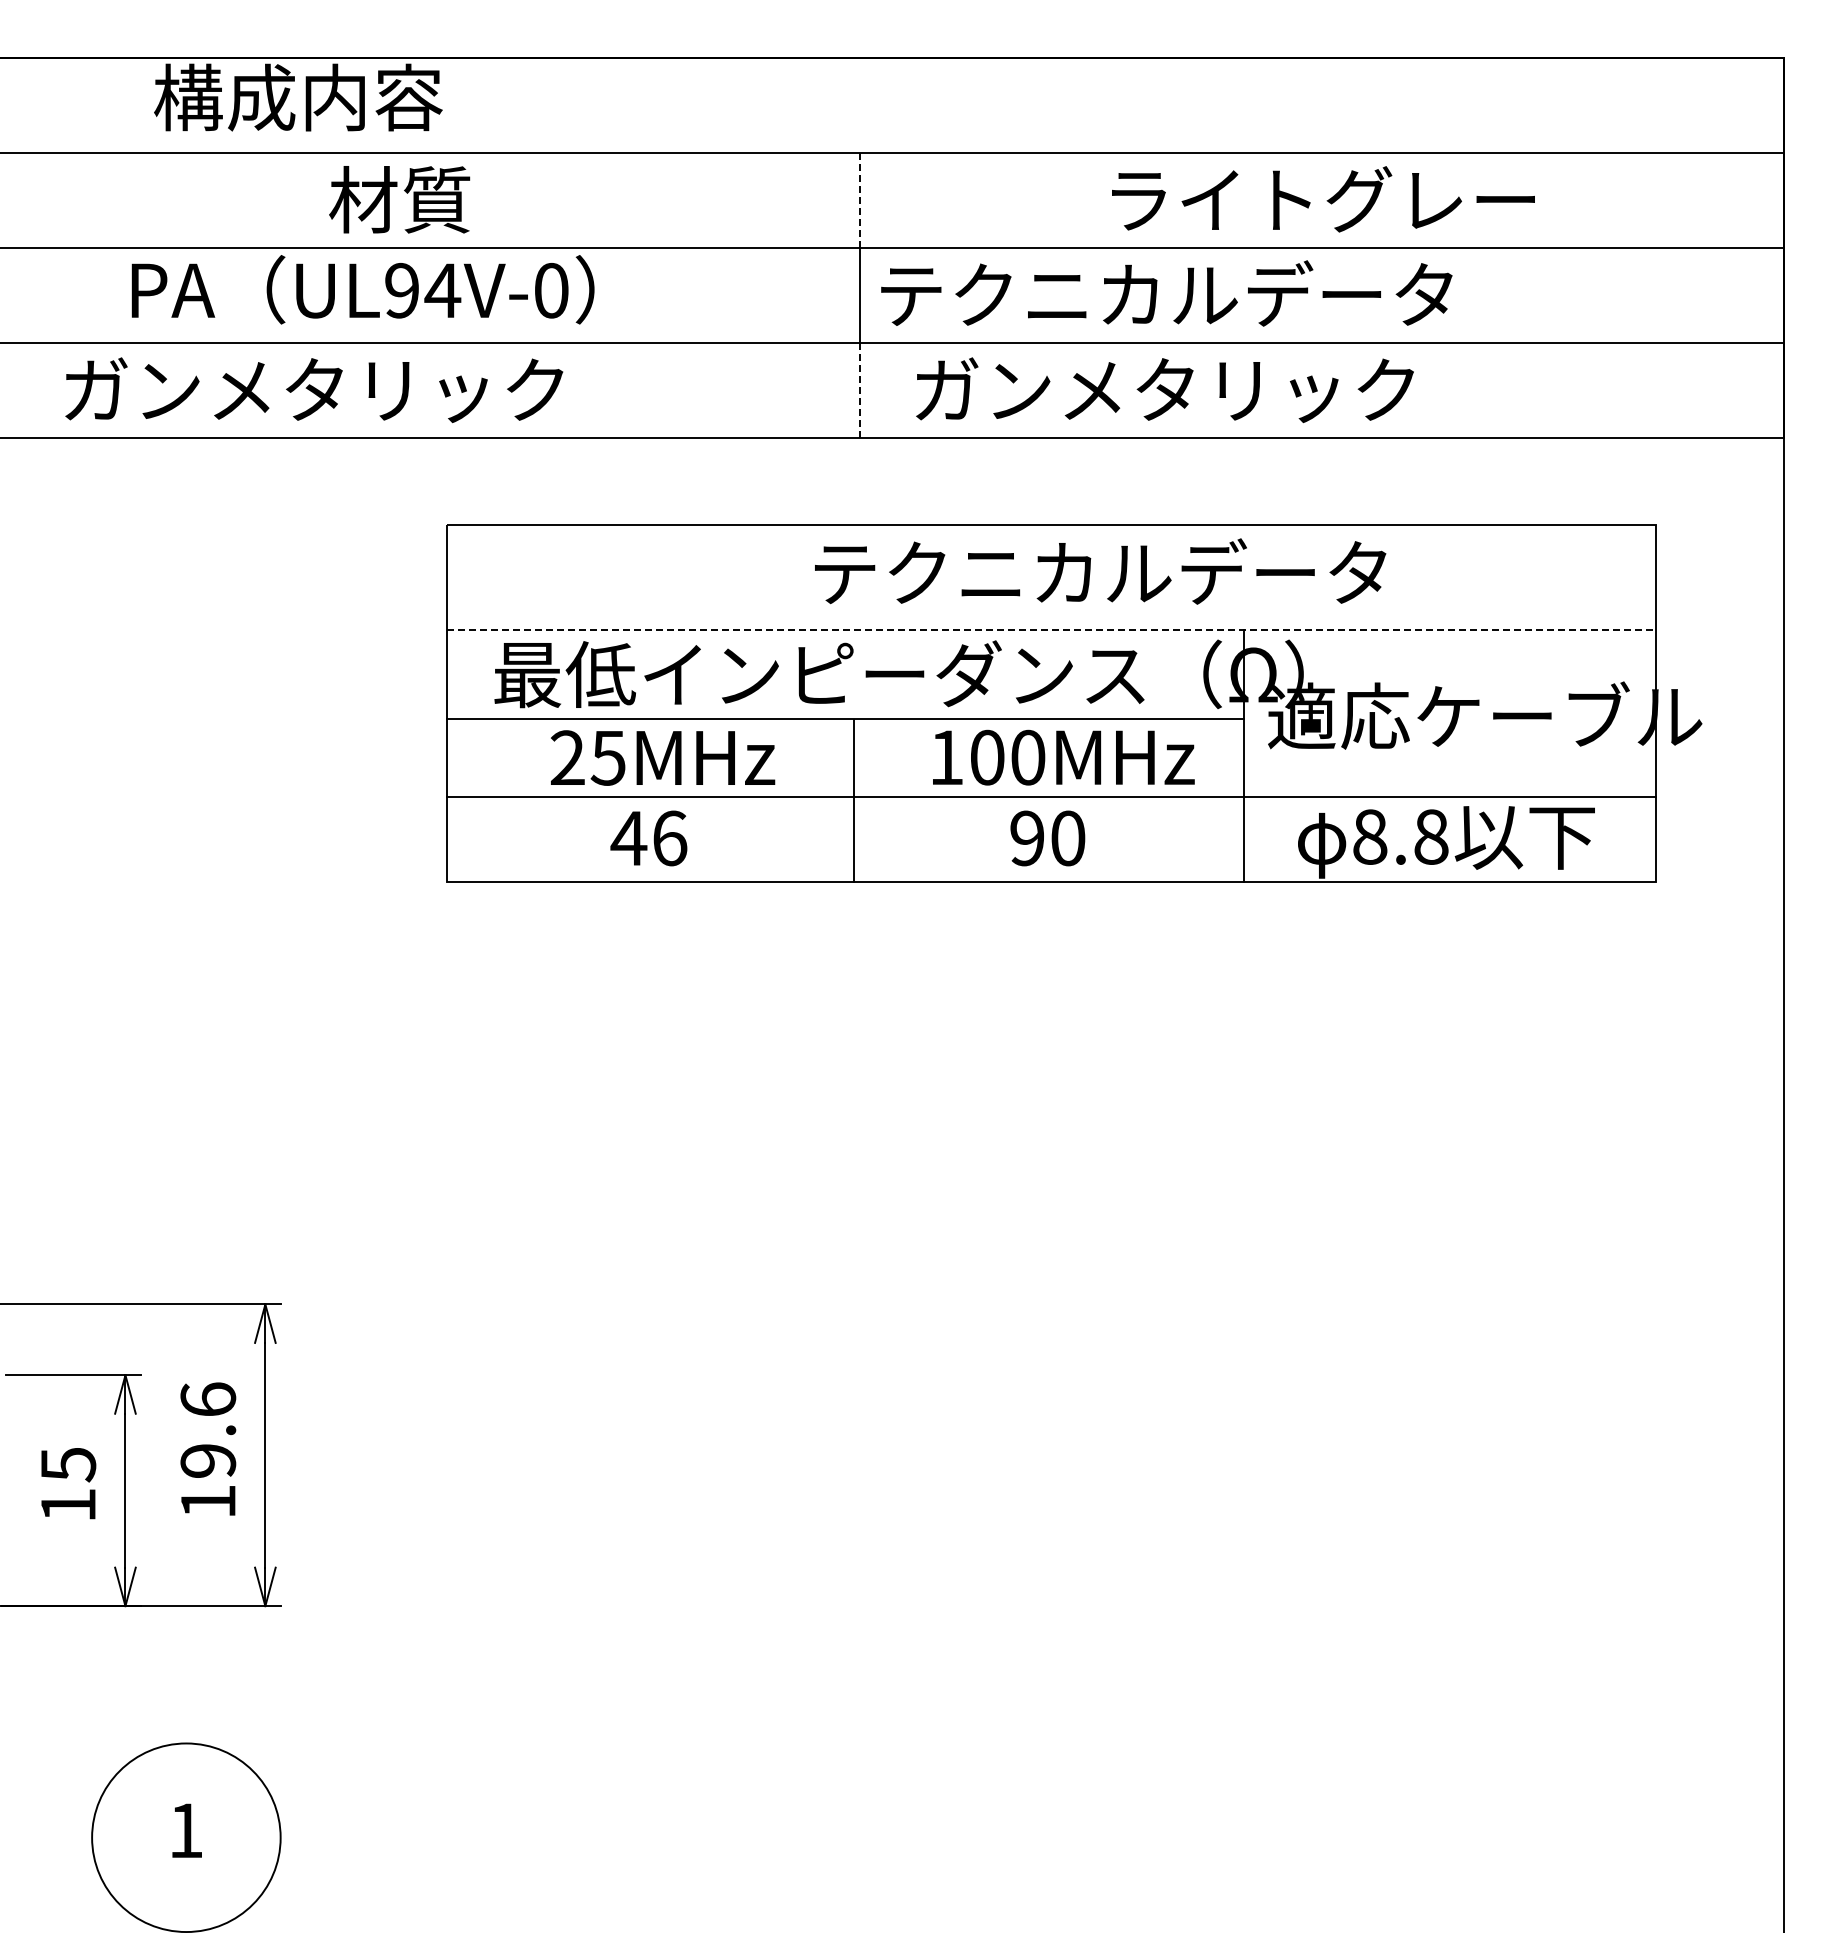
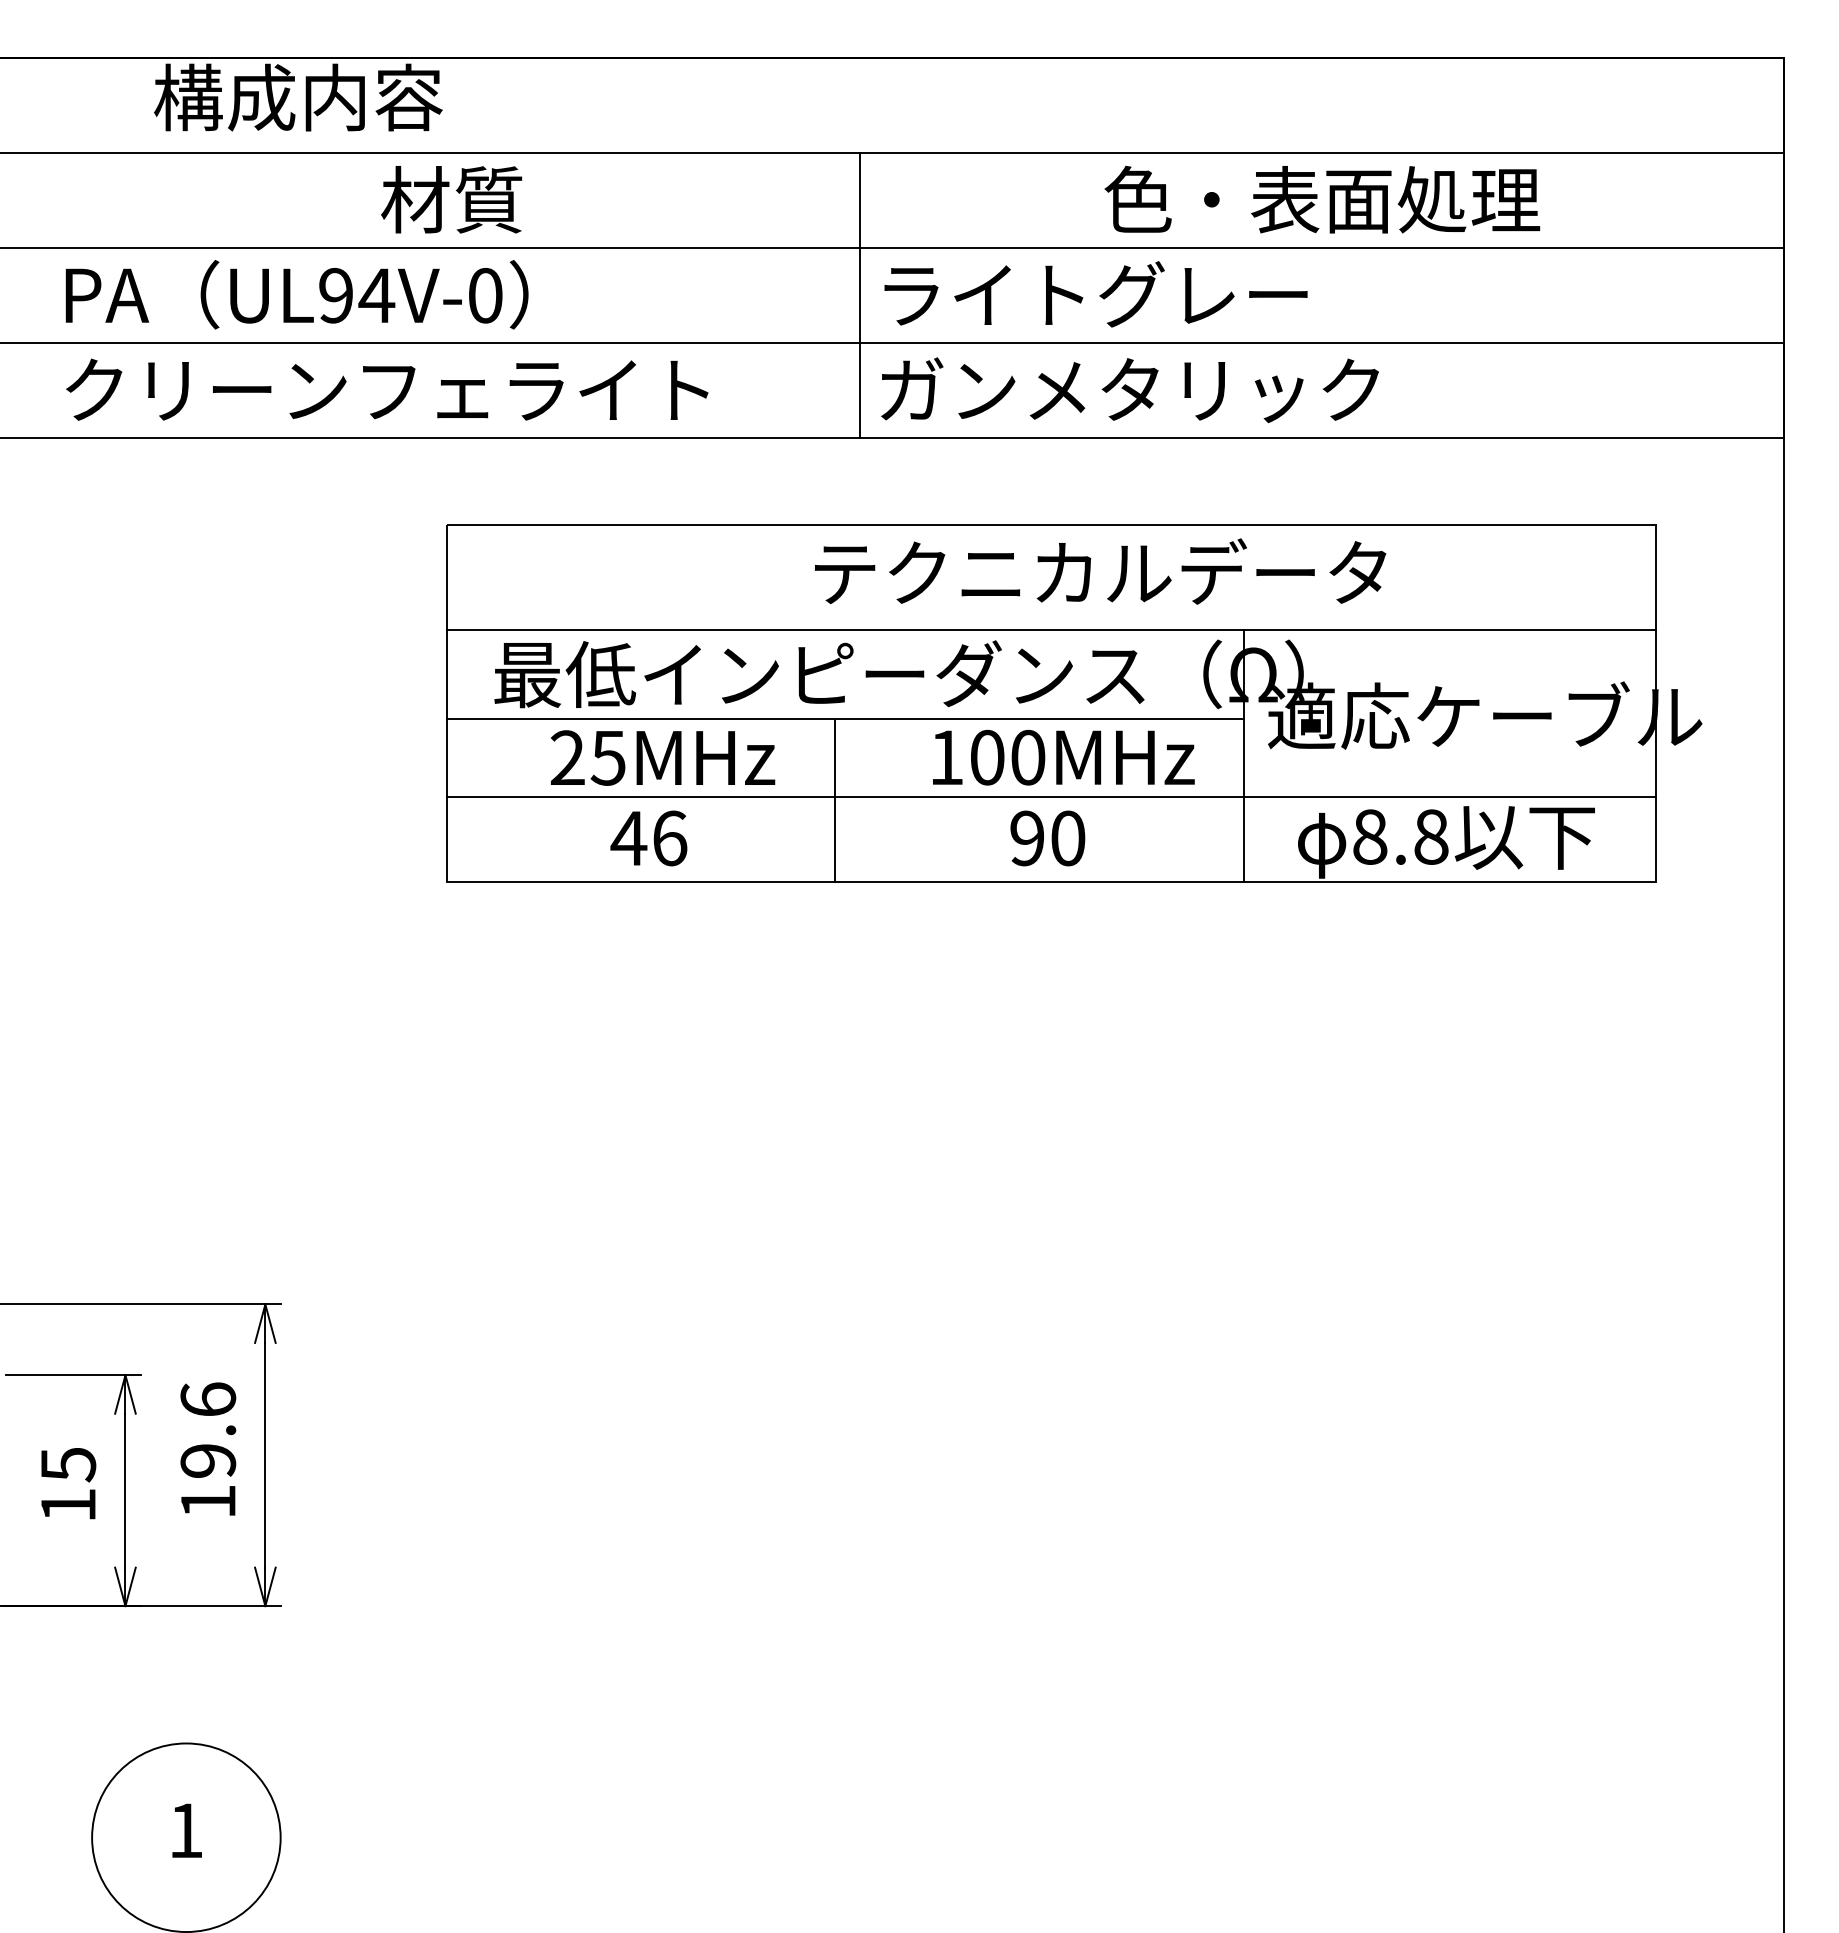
text at (399, 199) position: (399, 199) -> (451, 199)
text at (1322, 199): ライトグレー -> 色・表面処理
line at (860, 200): dashed -> solid
text at (362, 289) position: (362, 289) -> (296, 294)
text at (1166, 293): テクニカルデータ -> ライトグレー
text at (386, 390): ガンメタリック -> クリーンフェライト
line at (860, 390): dashed -> solid
text at (1164, 390) position: (1164, 390) -> (1129, 390)
line at (1052, 630): dashed -> solid
line at (854, 800) position: (854, 800) -> (835, 800)
